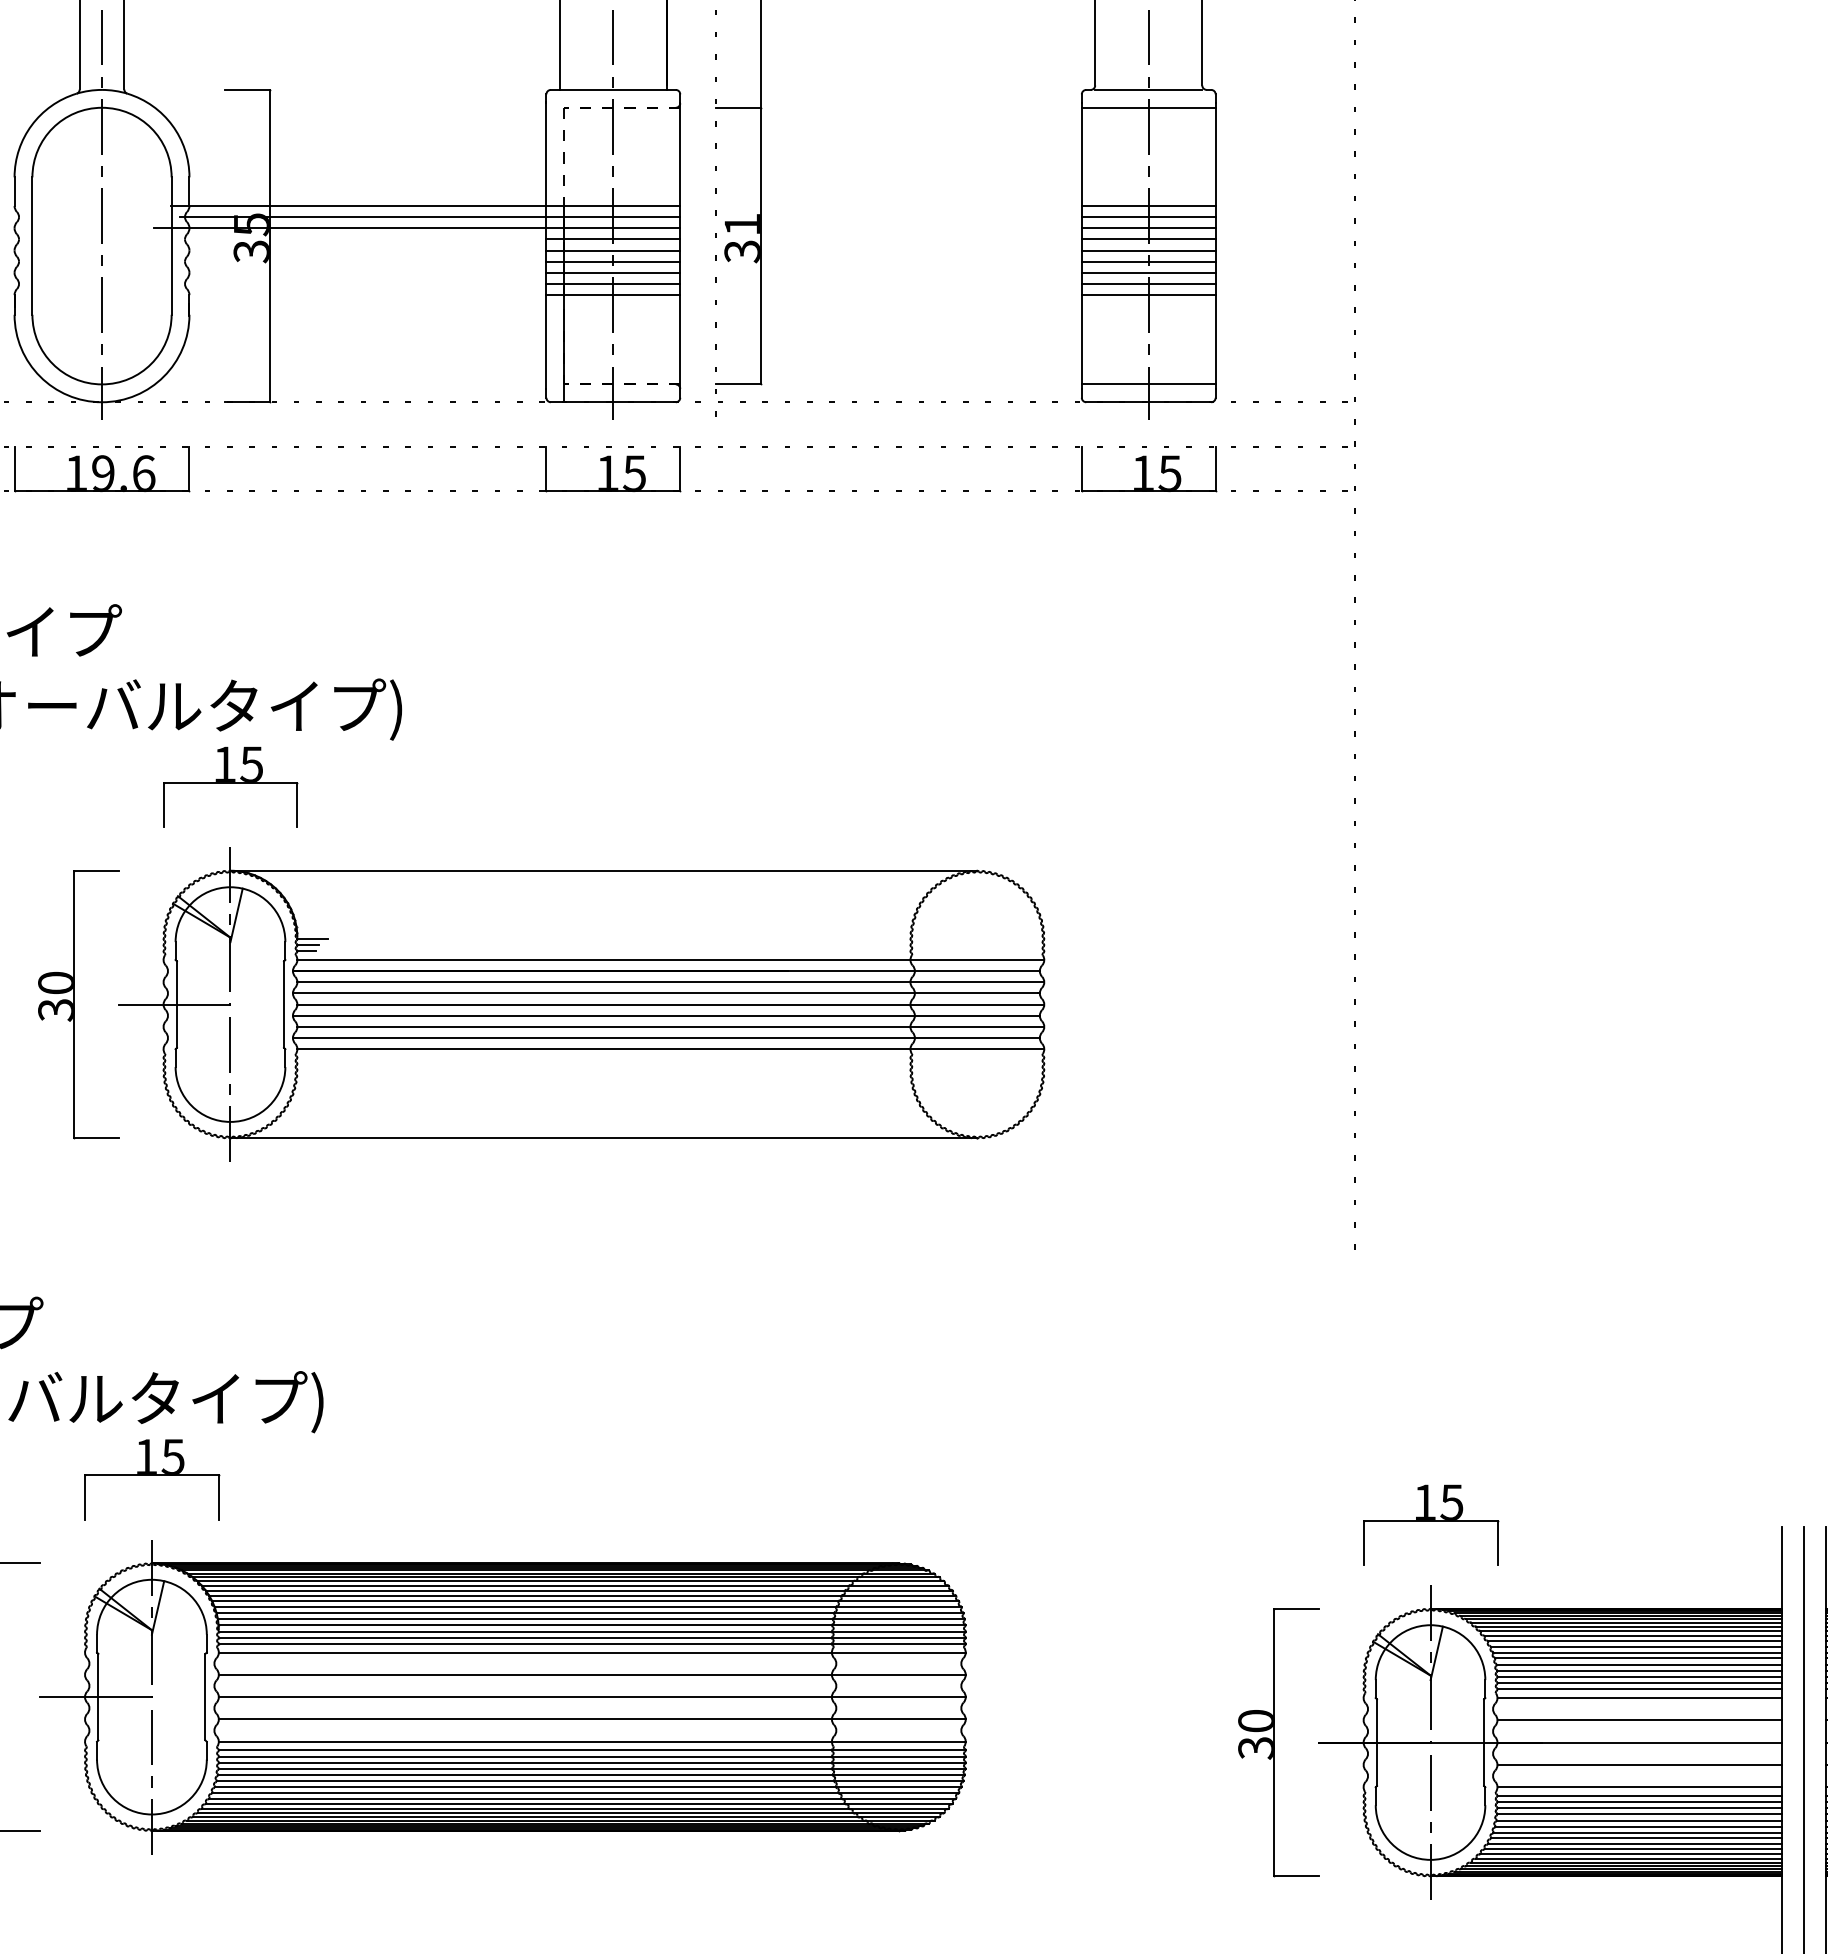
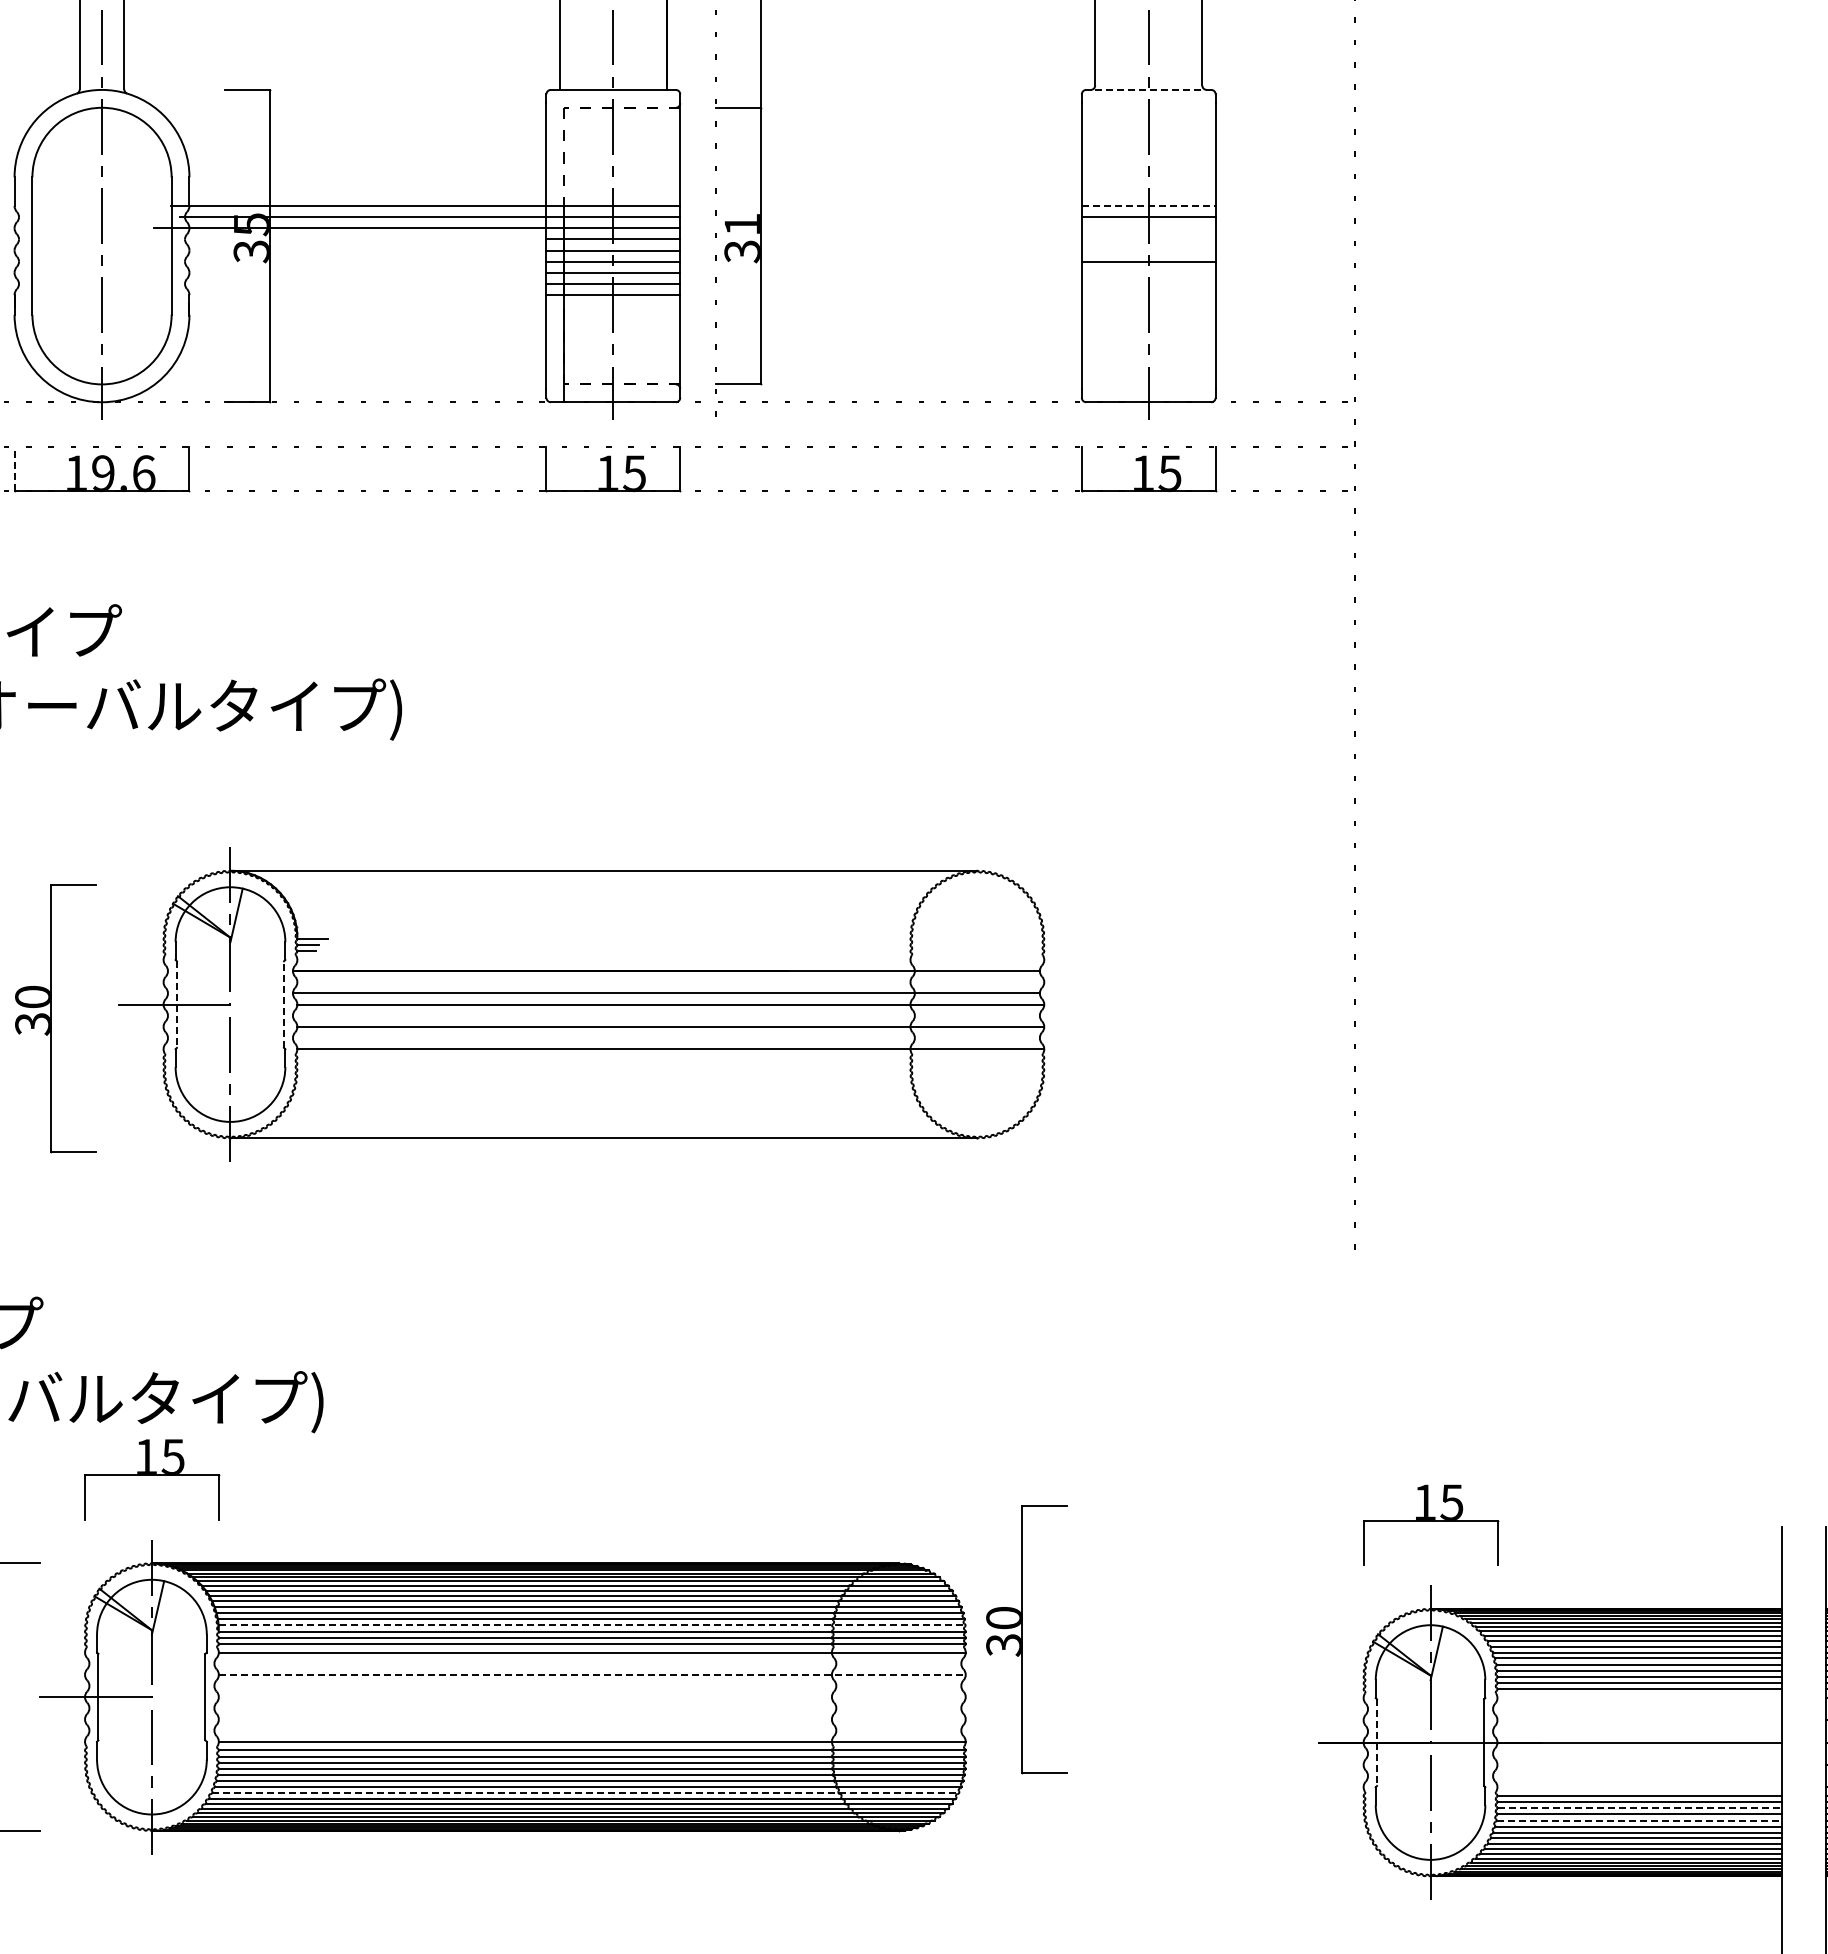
line at (1148, 89): solid -> dashed
line at (1148, 107): present -> none
line at (1148, 205): solid -> dashed
line at (1148, 228): present -> none
line at (1148, 239): present -> none
line at (1148, 250): present -> none
line at (1148, 272): present -> none
line at (1148, 284): present -> none
line at (1148, 295): present -> none
line at (1148, 384): present -> none
line at (14, 468): solid -> dashed
part at (230, 786): present -> none
line at (670, 959): present -> none
line at (670, 982): present -> none
part at (78, 1004) position: (78, 1004) -> (55, 1018)
line at (284, 1004): solid -> dashed
line at (176, 1005): solid -> dashed
line at (665, 1015): present -> none
line at (665, 1038): present -> none
line at (592, 1625): solid -> dashed
line at (592, 1674): solid -> dashed
line at (591, 1697): present -> none
line at (1639, 1698): present -> none
line at (591, 1719): present -> none
line at (1639, 1720): present -> none
line at (1804, 1738): present -> none
part at (1278, 1742) position: (1278, 1742) -> (1026, 1639)
line at (1376, 1743): solid -> dashed
line at (1639, 1764): present -> none
line at (1639, 1787): present -> none
line at (586, 1793): solid -> dashed
line at (1640, 1808): solid -> dashed
line at (1639, 1820): solid -> dashed
